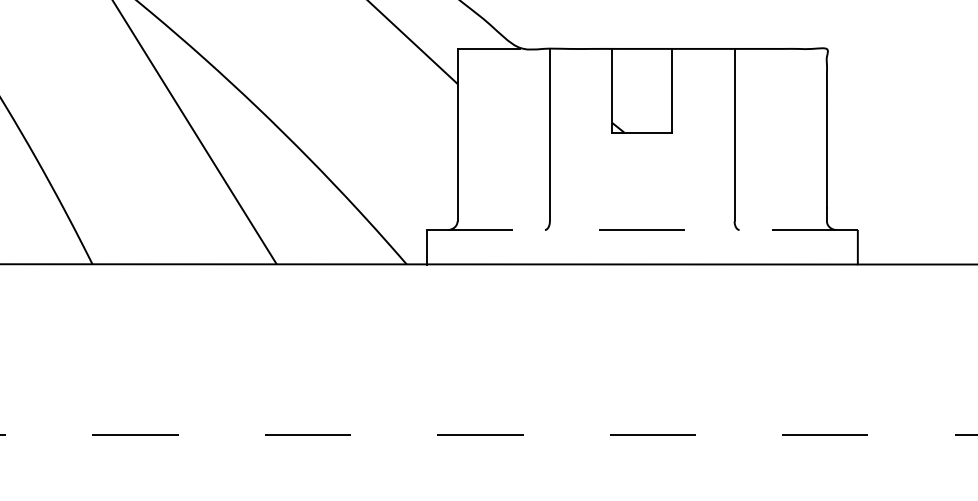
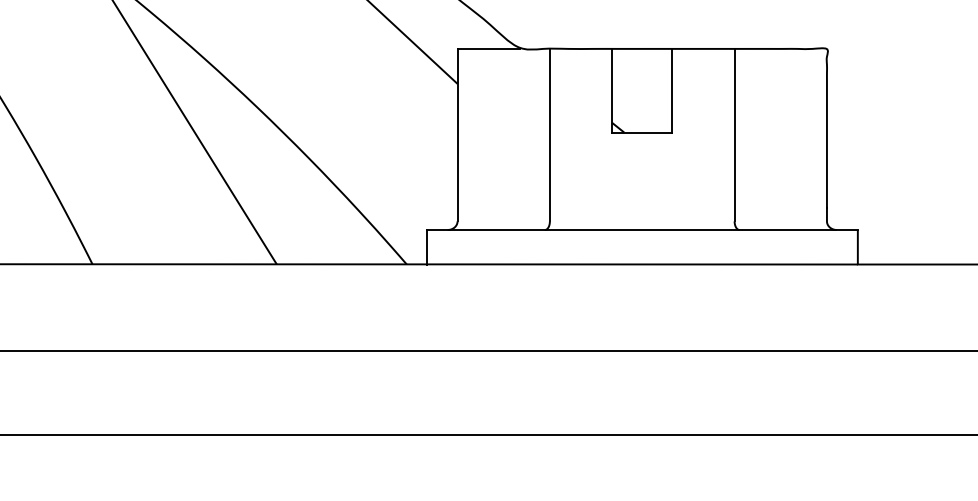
line at (642, 230): dashed -> solid
line at (488, 350): none -> present
line at (489, 435): dashed -> solid
